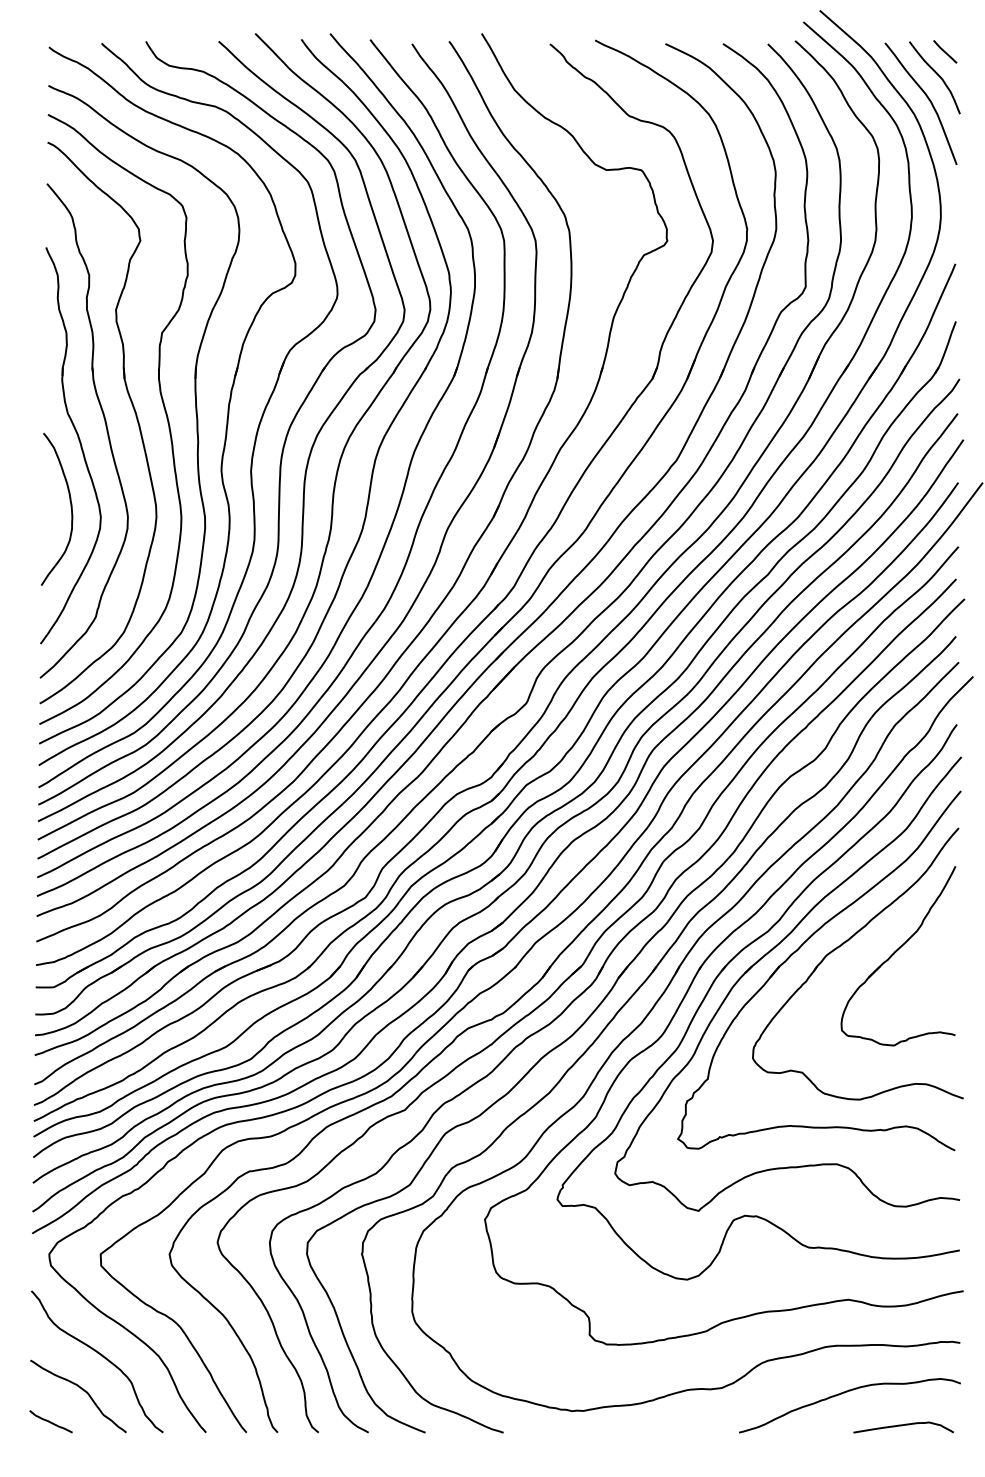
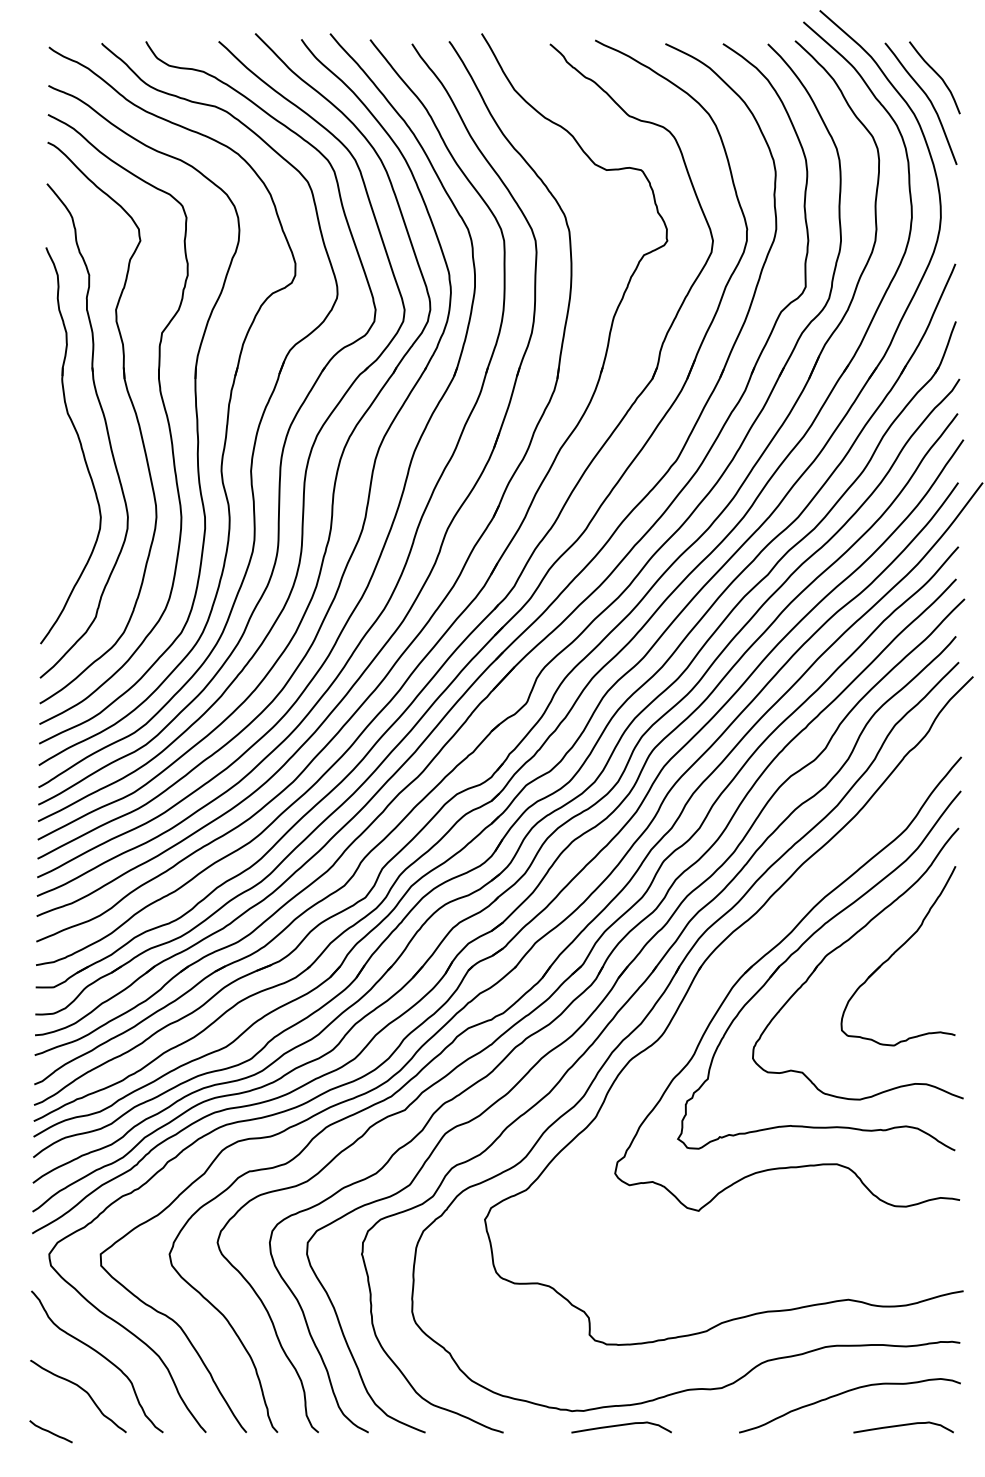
line at (945, 51): present -> none
curve at (70, 508): present -> none
part at (720, 974): present -> none
curve at (50, 1421) position: (50, 1421) -> (50, 1431)
curve at (620, 1426): none -> present
